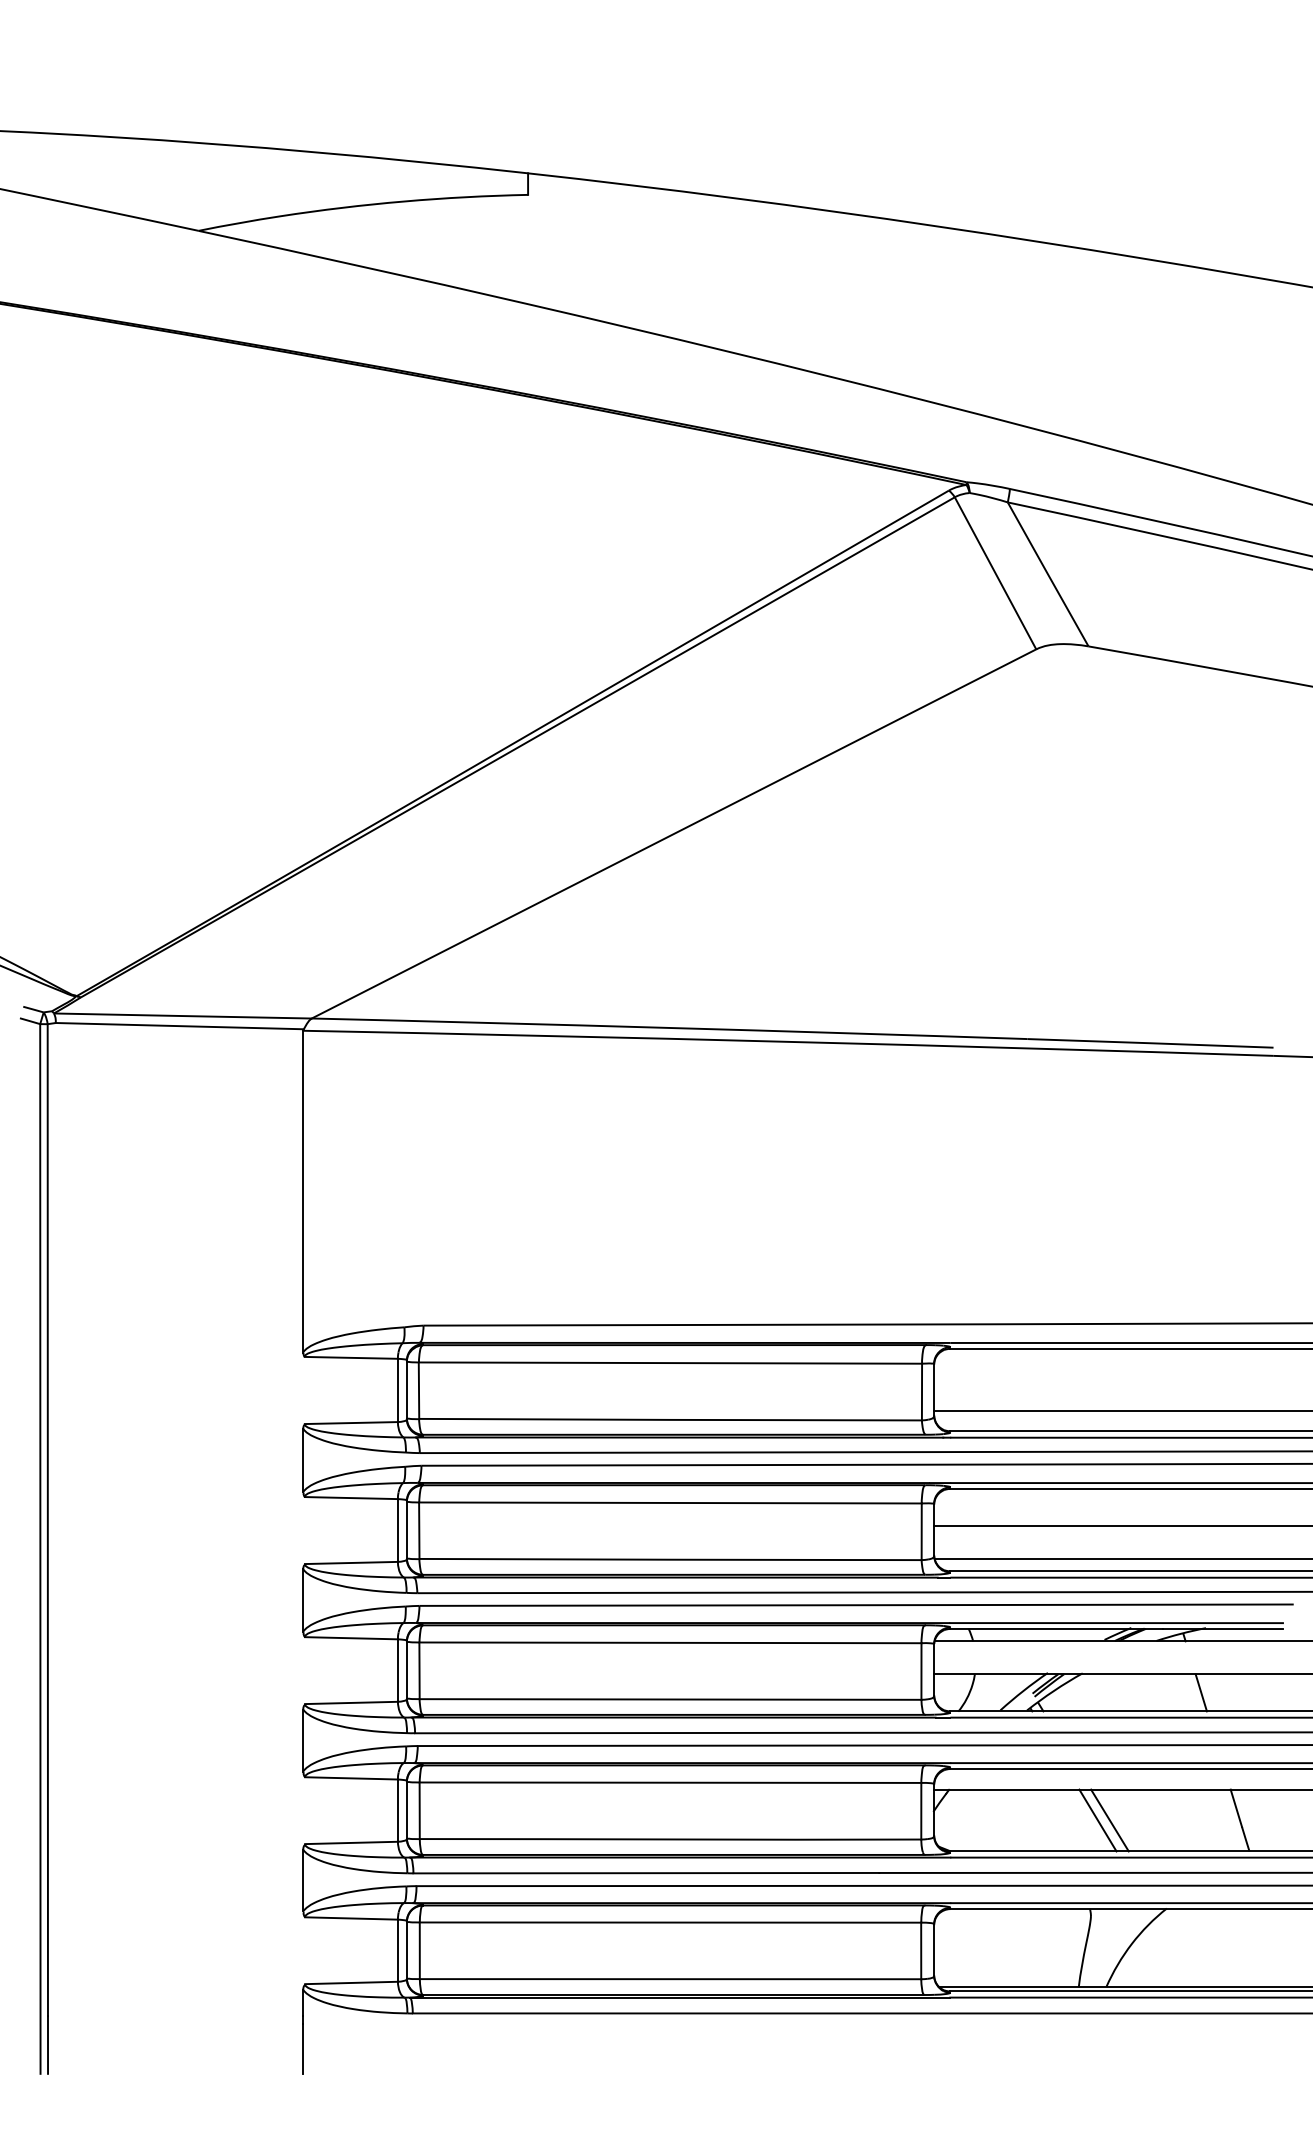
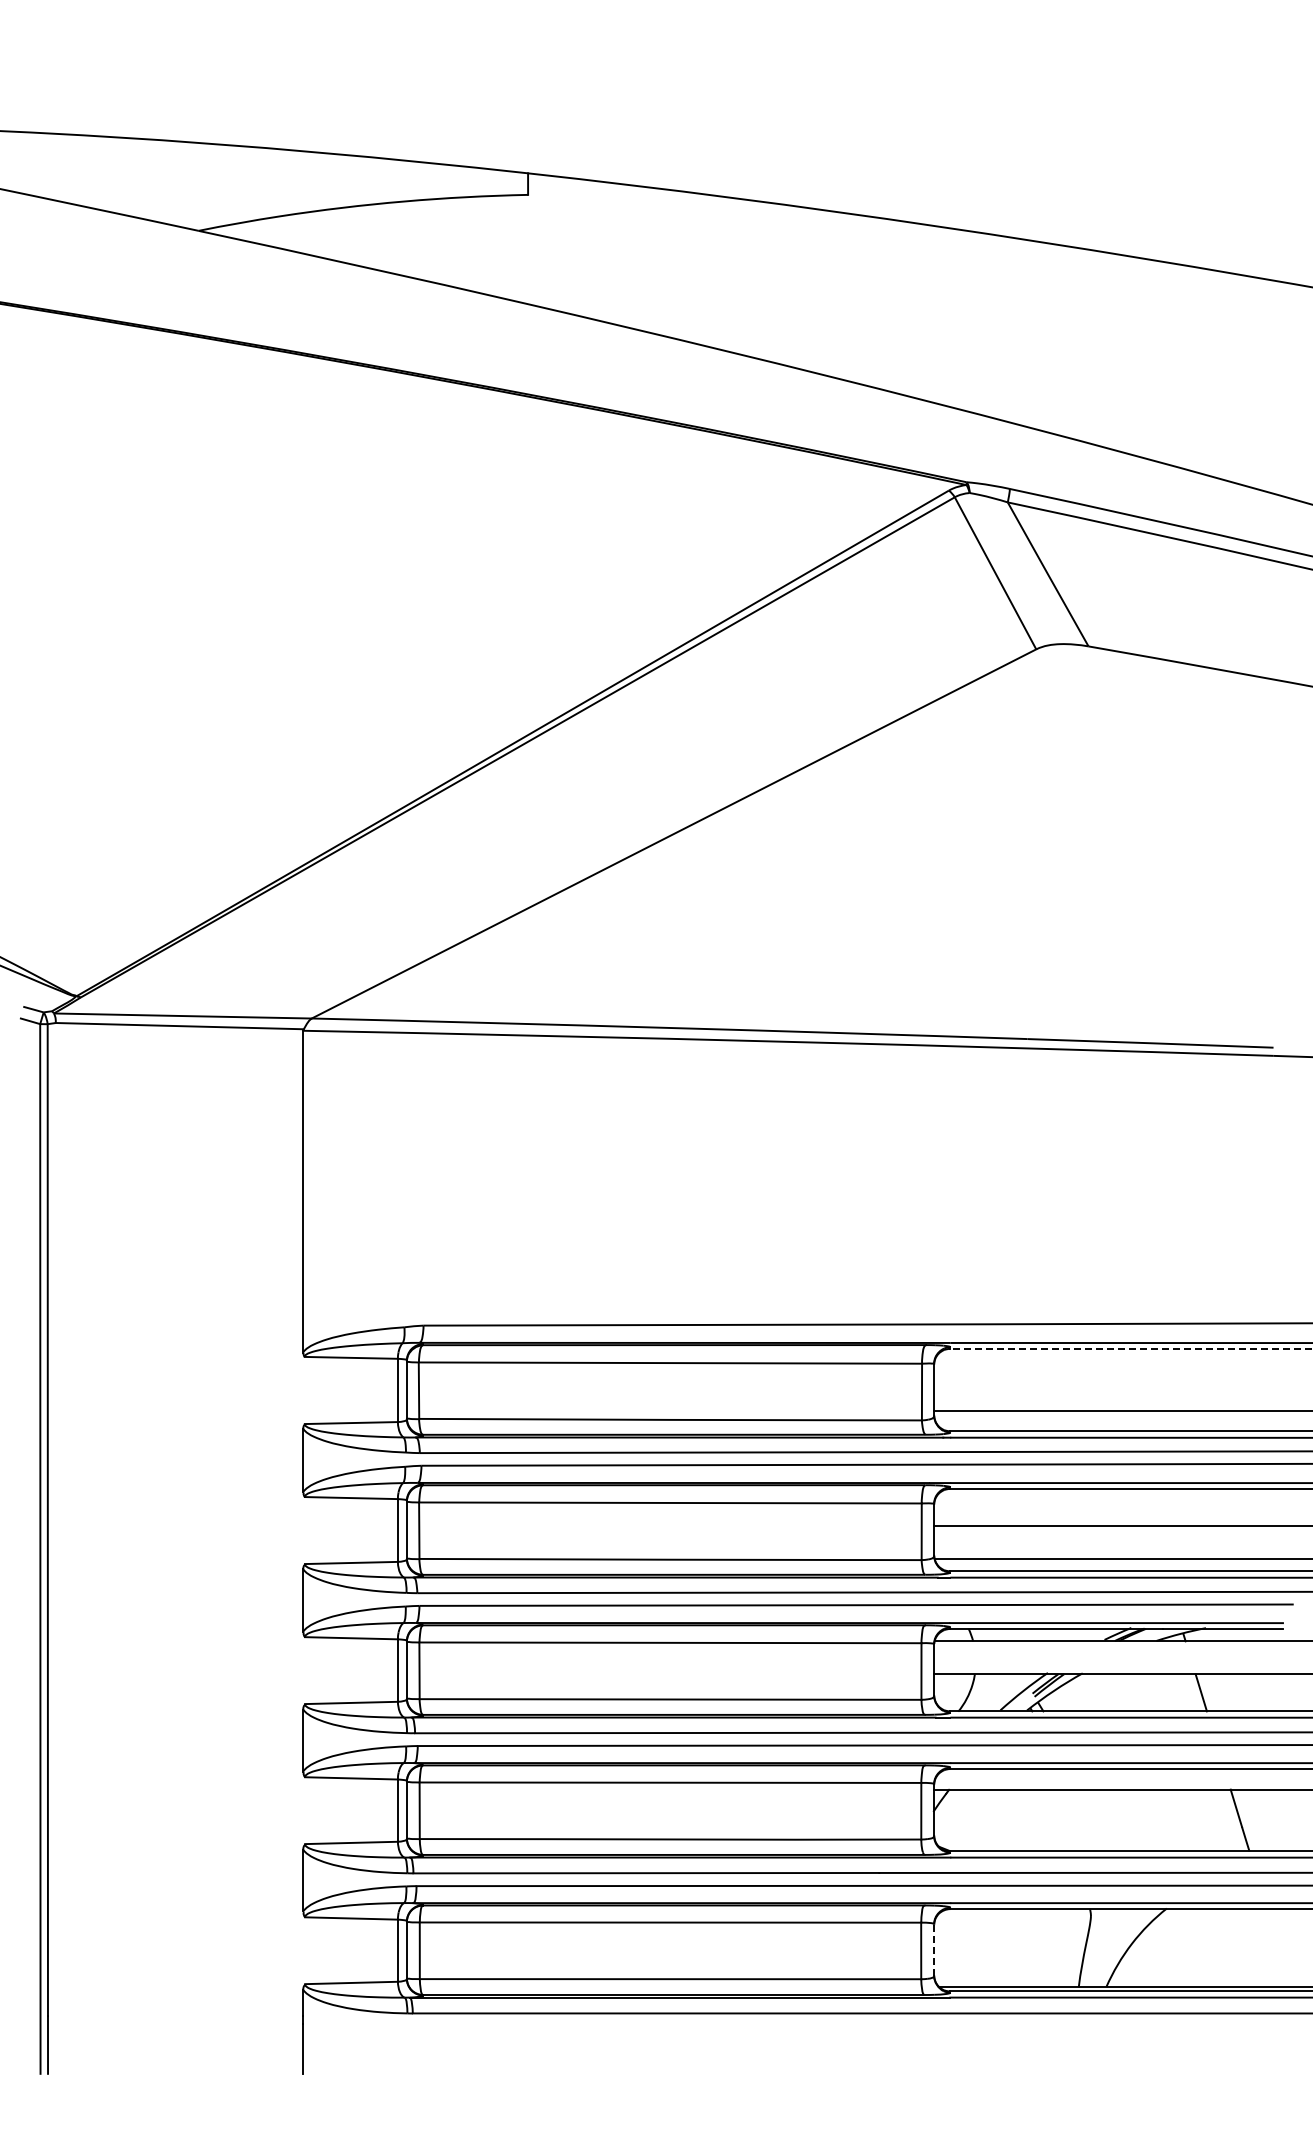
line at (1131, 1348): solid -> dashed
line at (1097, 1820): present -> none
line at (1109, 1820): present -> none
line at (934, 1949): solid -> dashed
